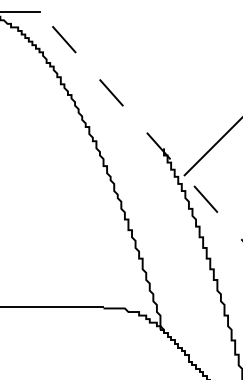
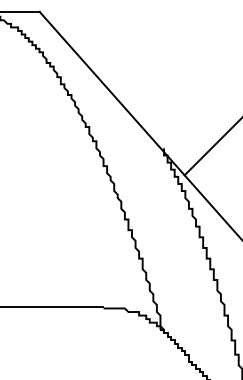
line at (141, 126): dashed -> solid
